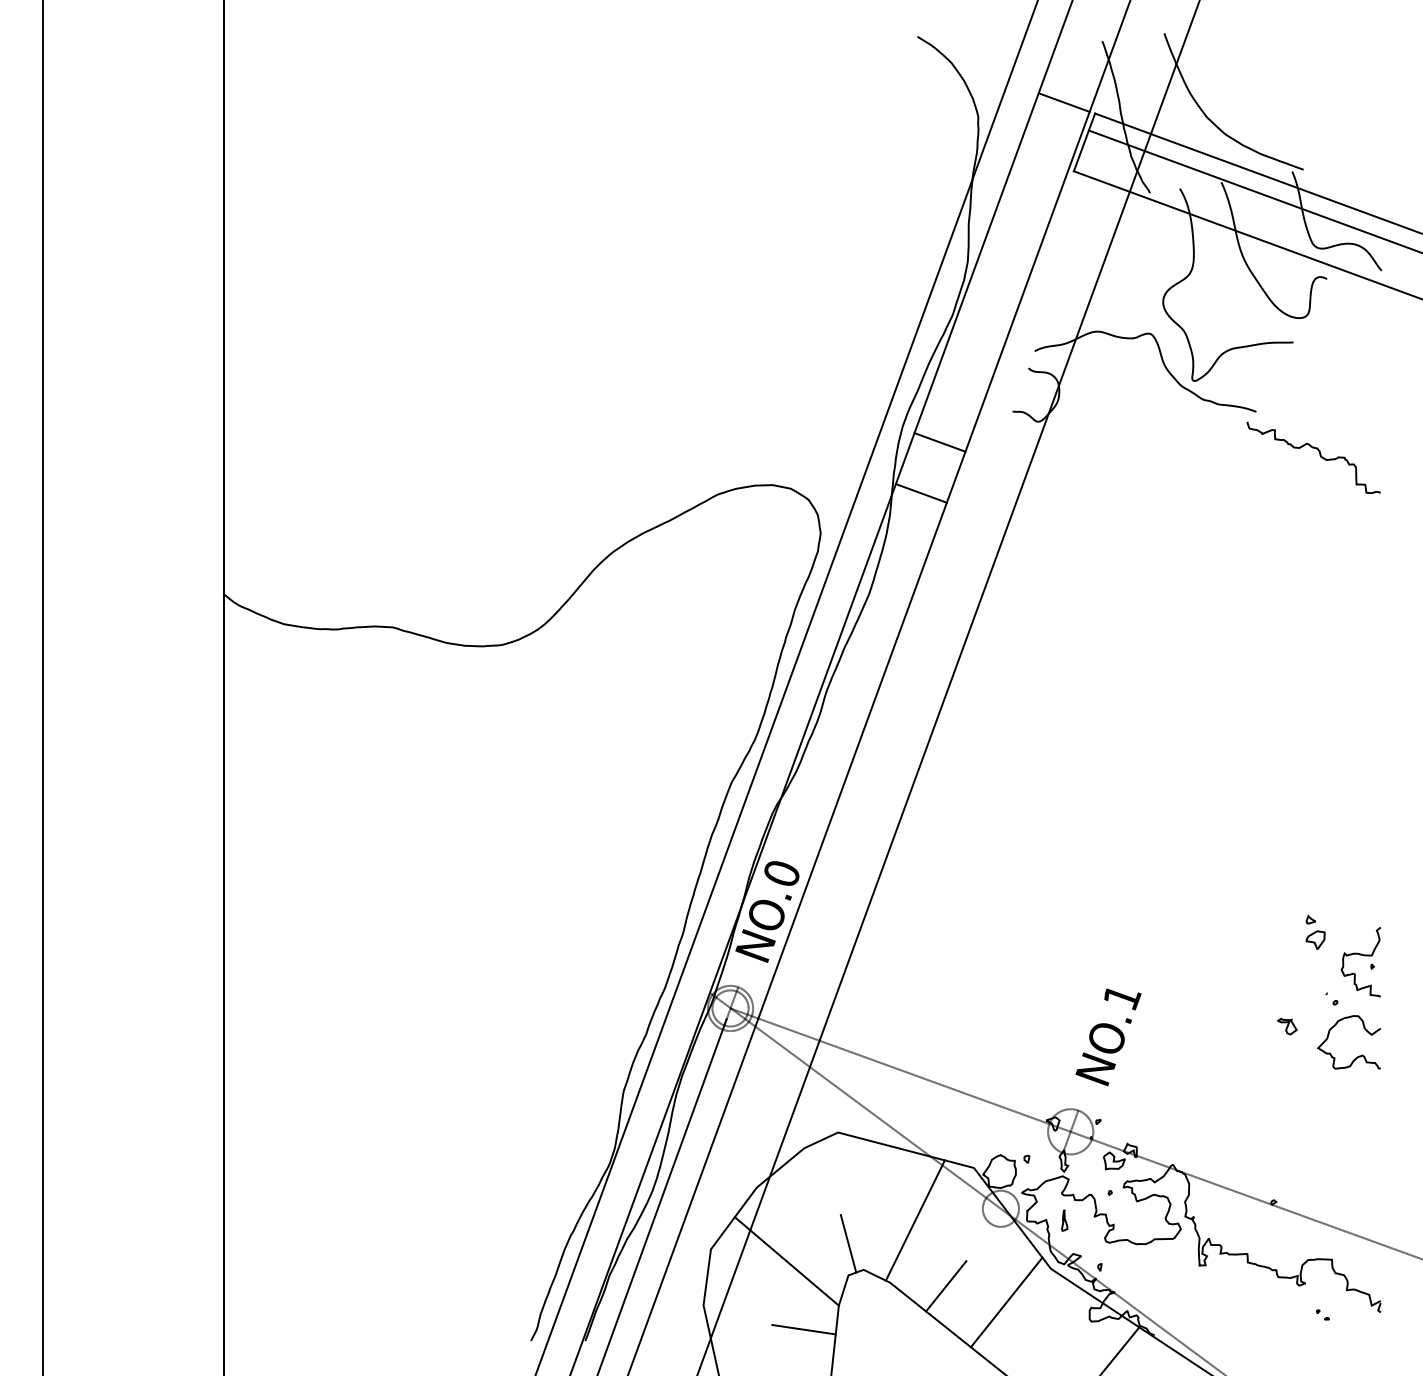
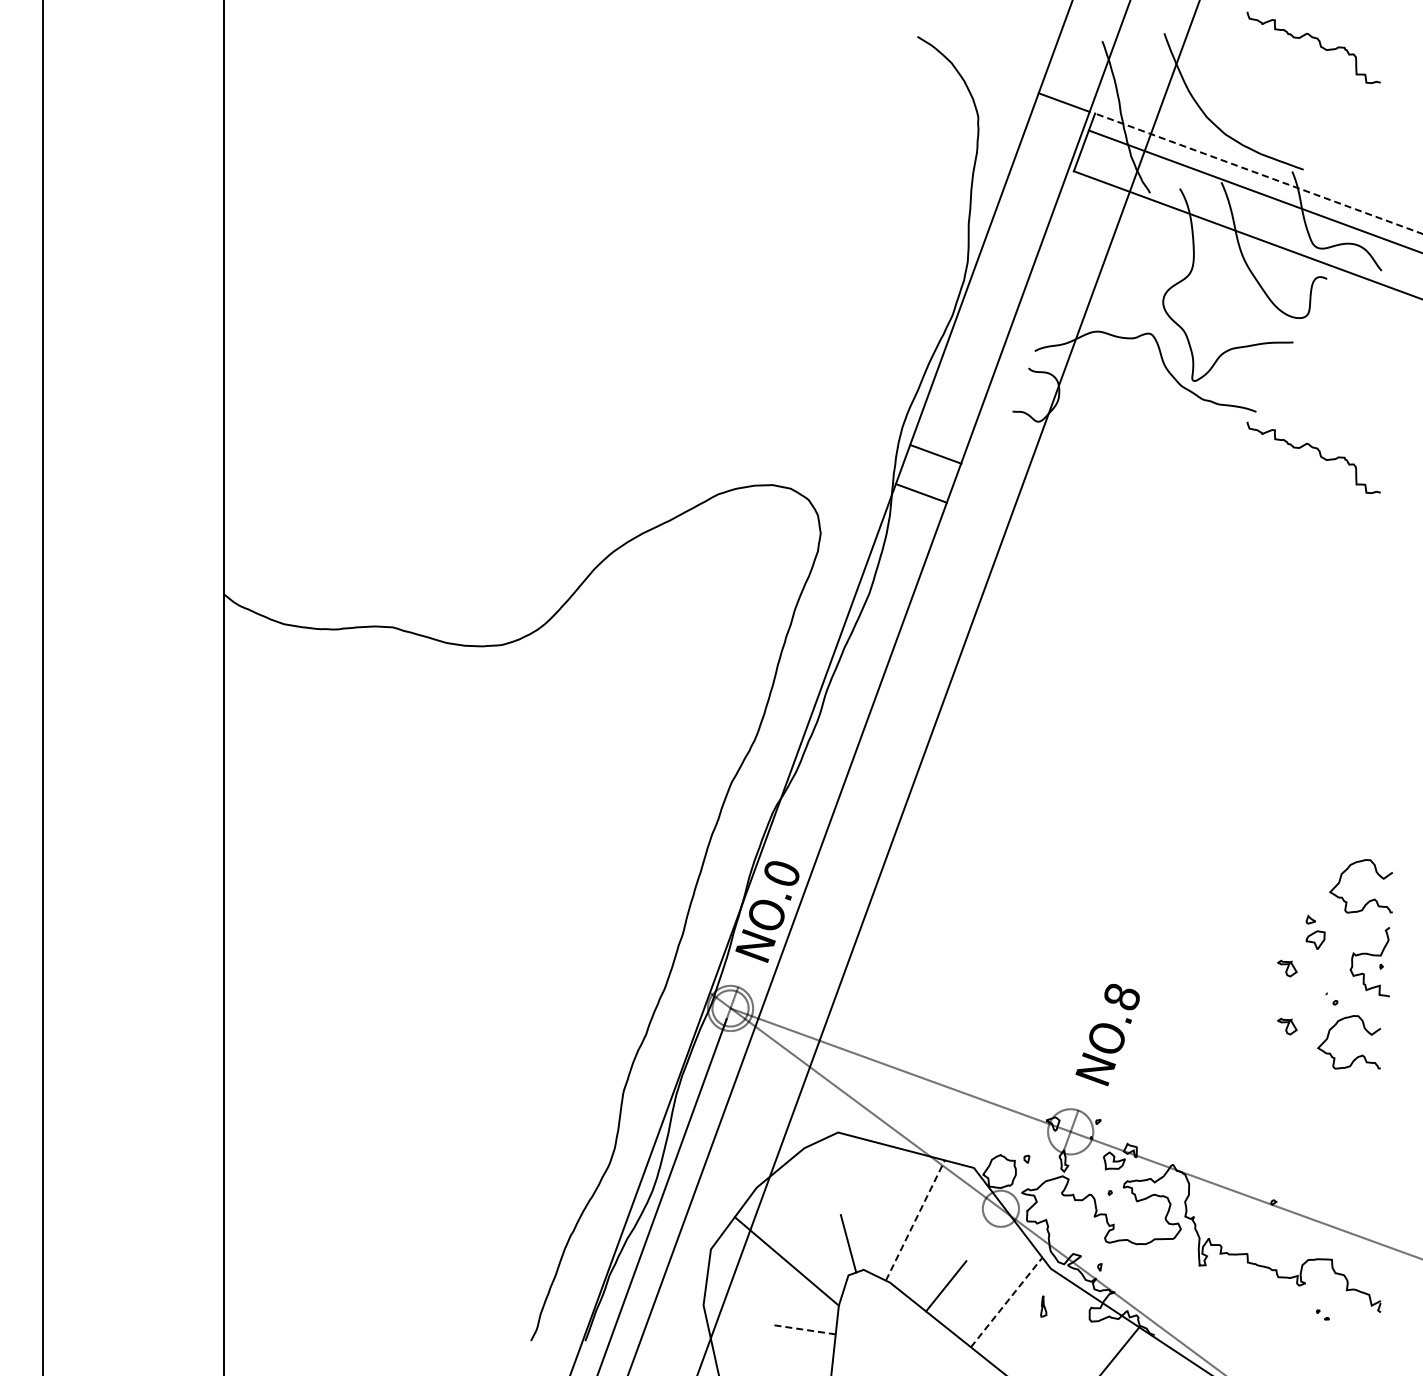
curve at (1319, 45): none -> present
line at (1258, 173): solid -> dashed
line at (939, 442) position: (939, 442) -> (935, 454)
line at (786, 687): present -> none
curve at (1369, 900): none -> present
part at (1360, 955) position: (1360, 955) -> (1369, 955)
part at (1287, 968): none -> present
text at (1122, 996): NO.1 -> NO.8
line at (915, 1220): solid -> dashed
part at (1064, 1220) position: (1064, 1220) -> (1043, 1306)
line at (1006, 1302): solid -> dashed
line at (803, 1329): solid -> dashed
